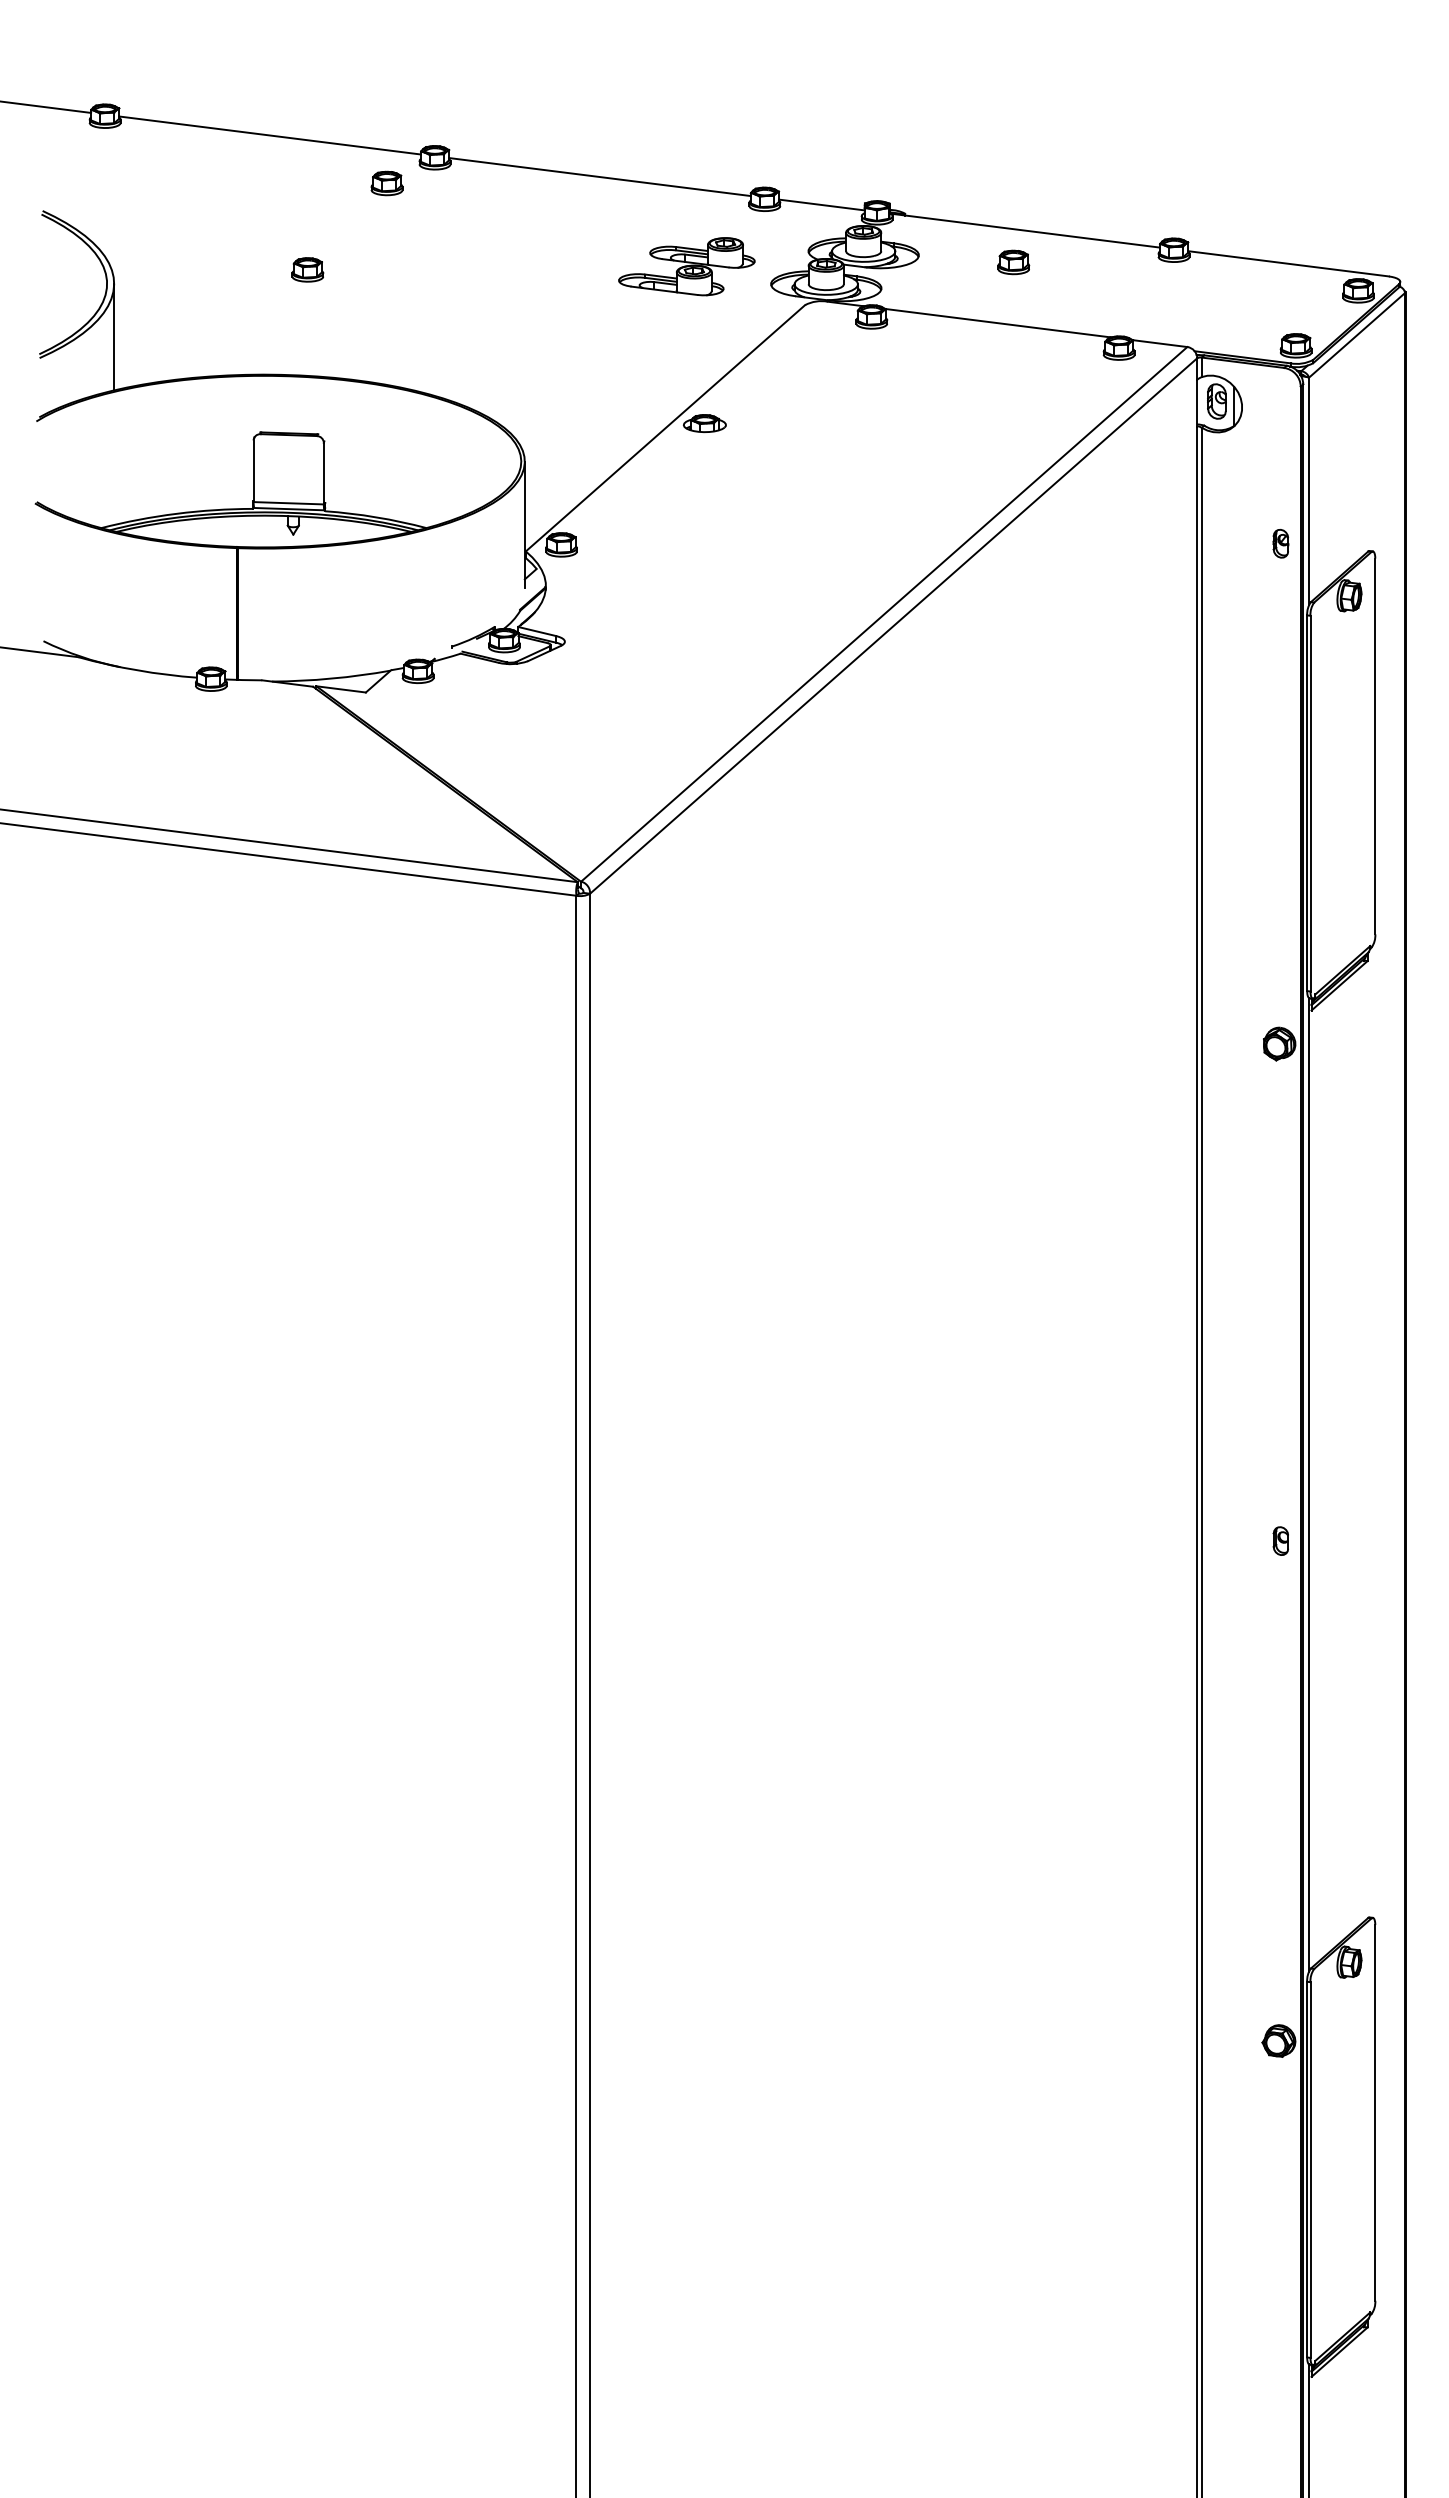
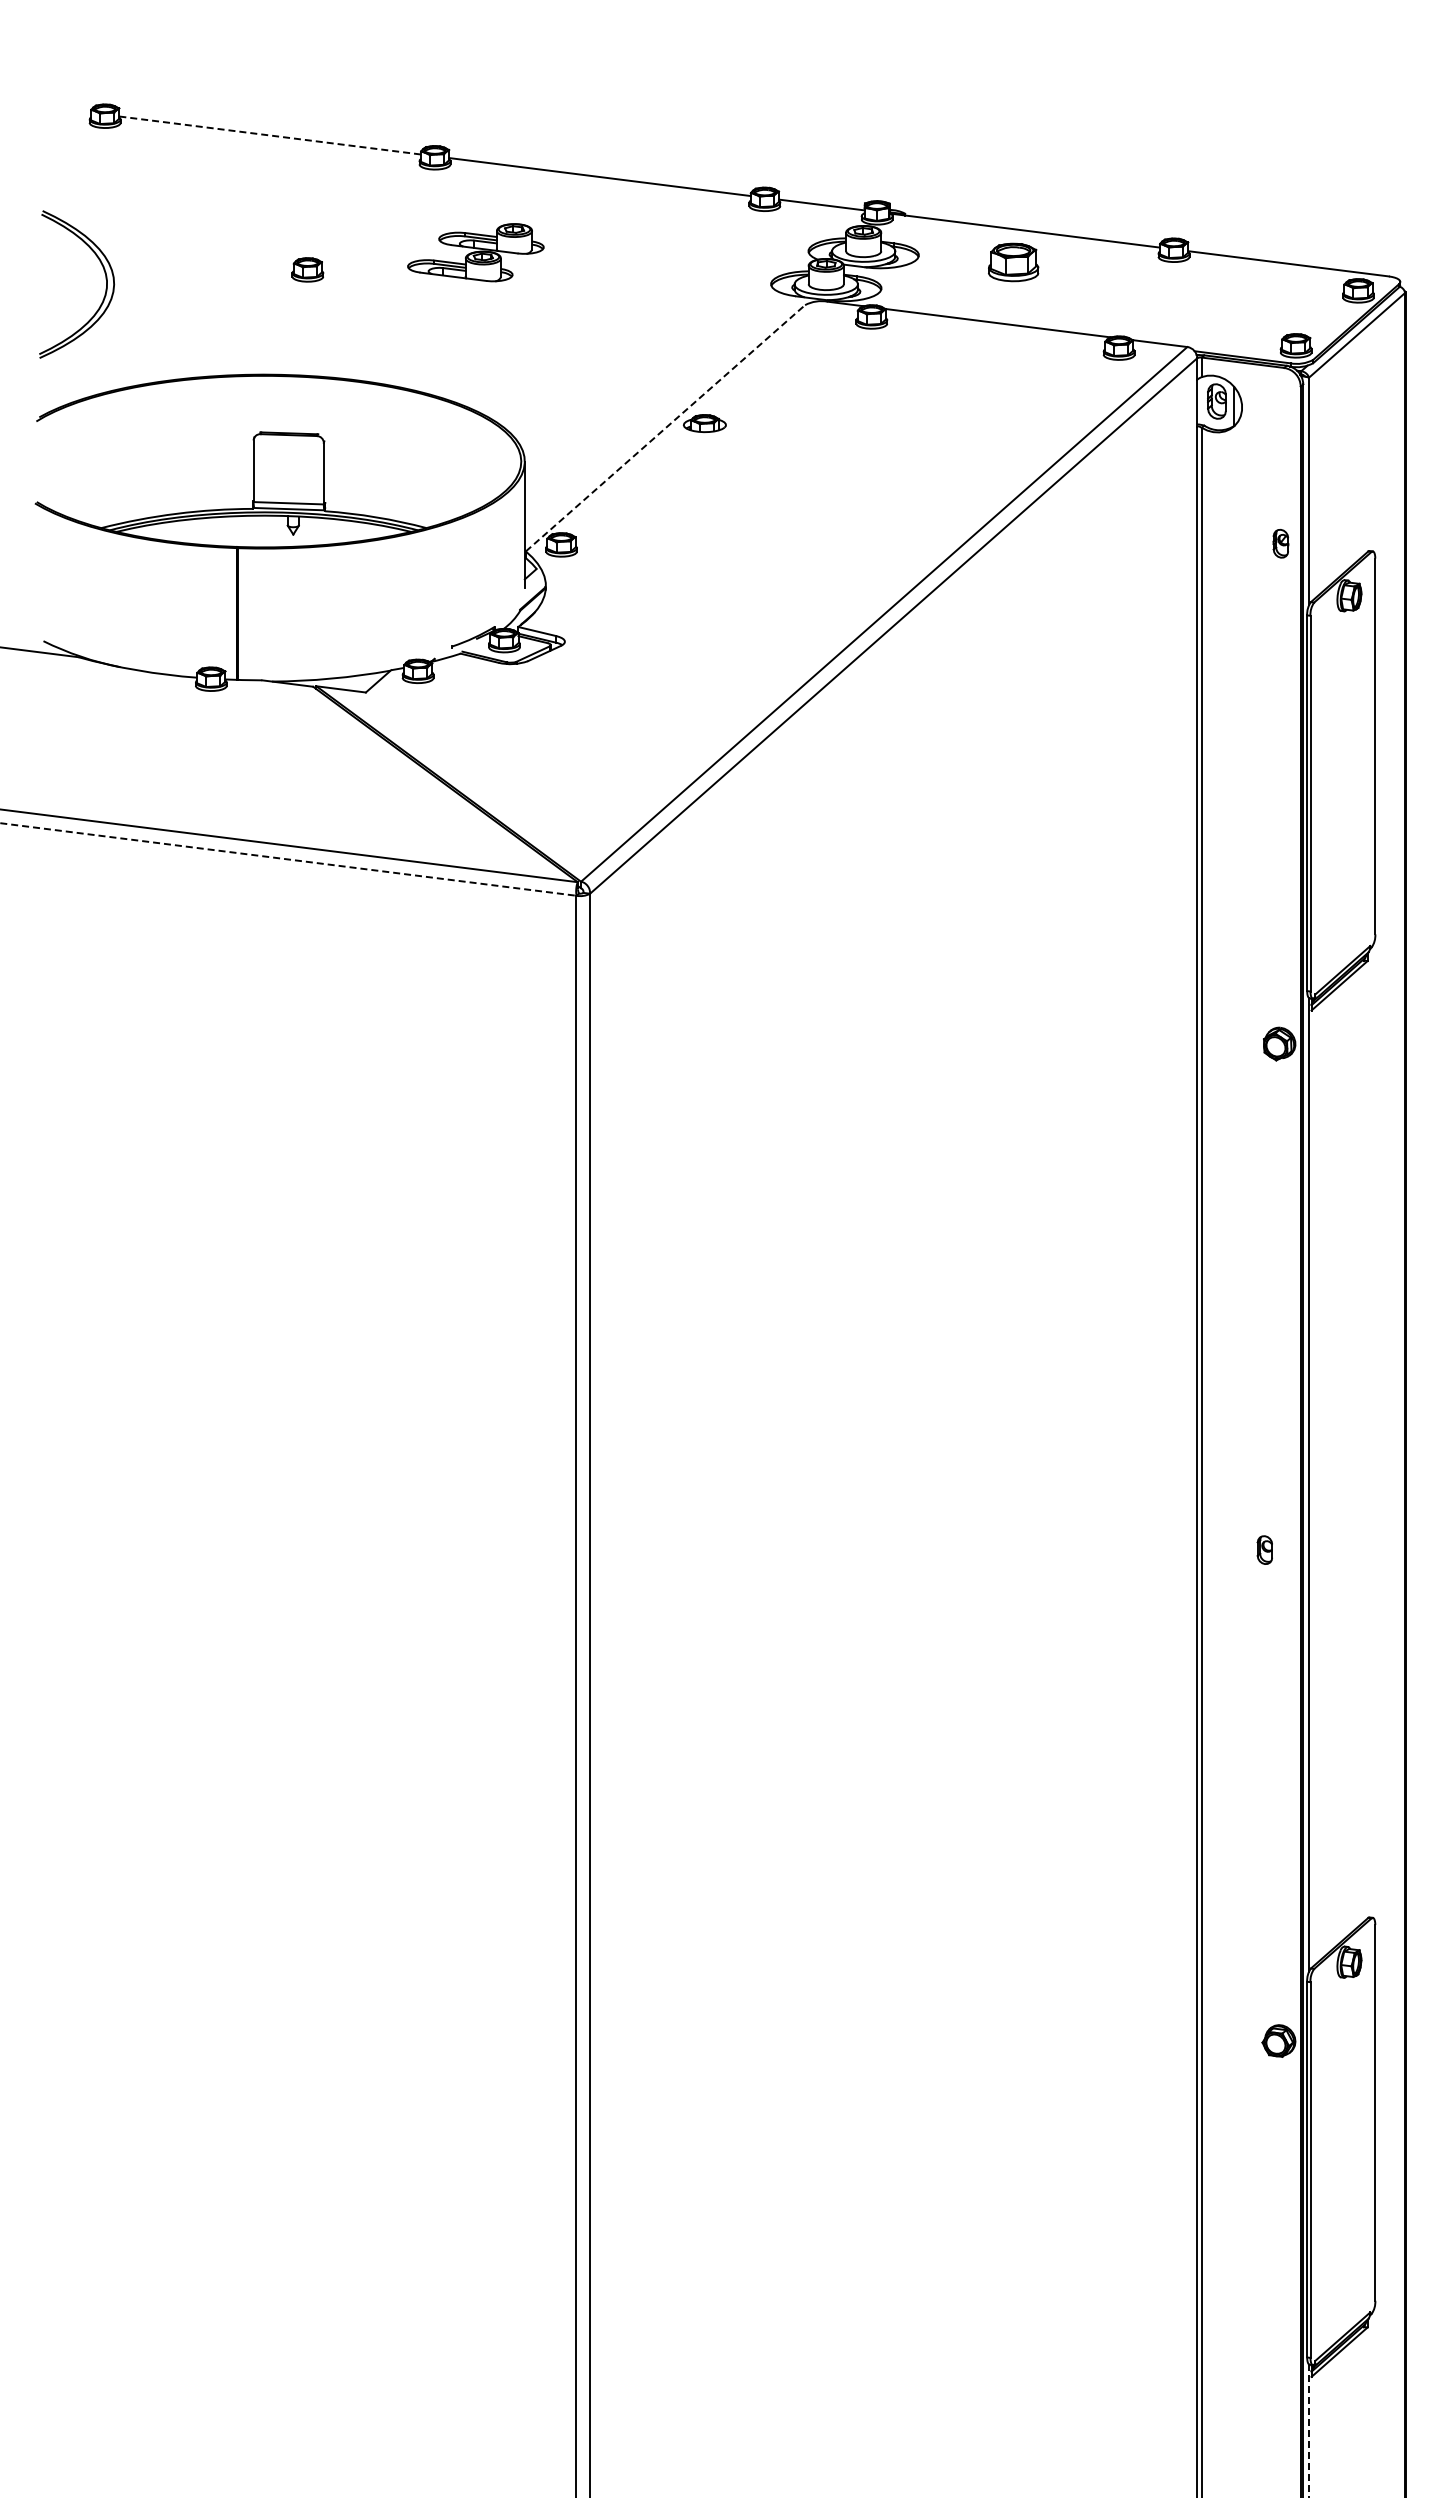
line at (46, 106): present -> none
line at (269, 135): solid -> dashed
part at (386, 183): present -> none
part at (1013, 262) size: 34x27 px -> 52x41 px
part at (686, 266) position: (686, 266) -> (475, 252)
line at (114, 336): present -> none
line at (665, 427): solid -> dashed
line at (288, 859): solid -> dashed
part at (1280, 1540) position: (1280, 1540) -> (1264, 1549)
line at (1309, 2431): solid -> dashed
